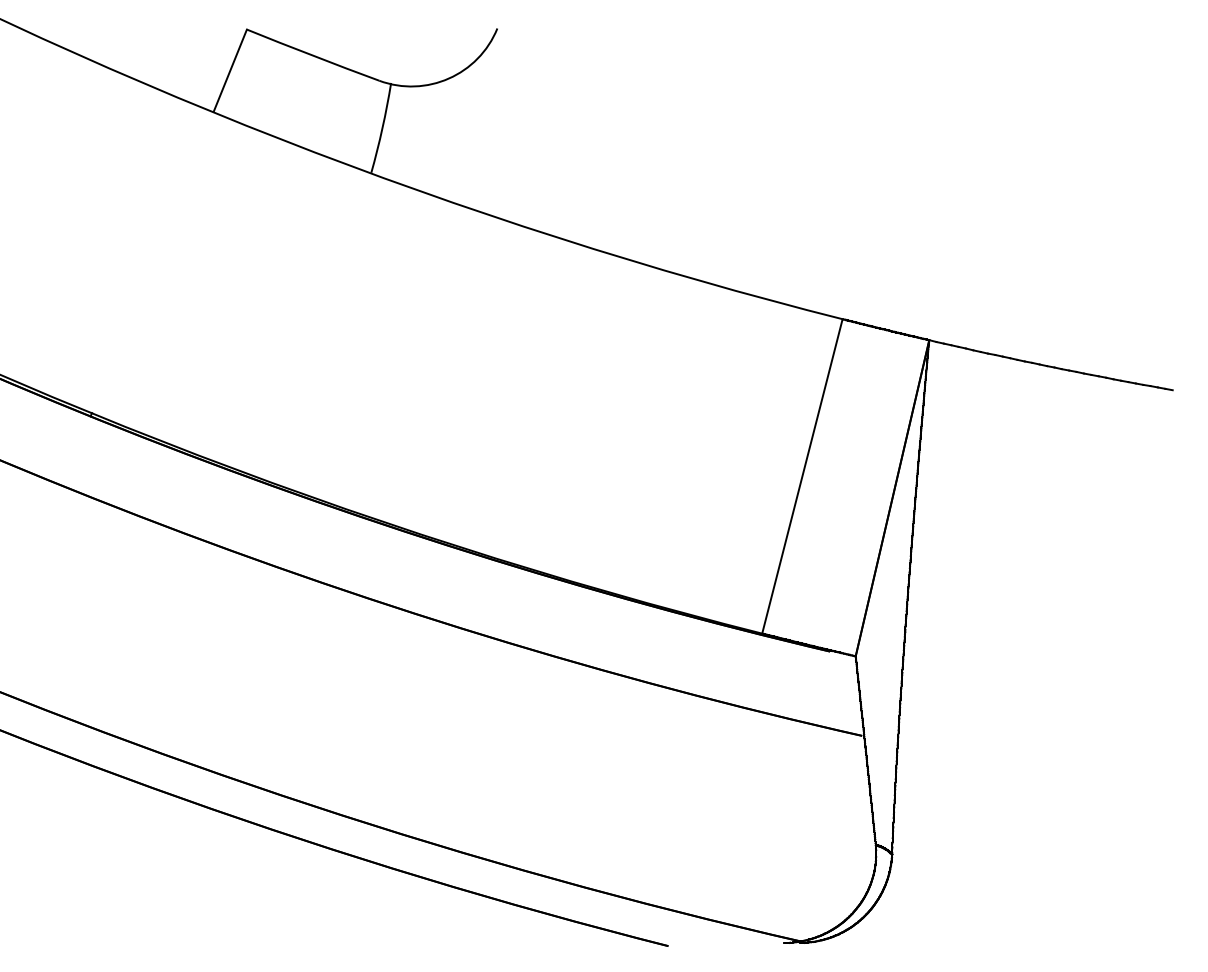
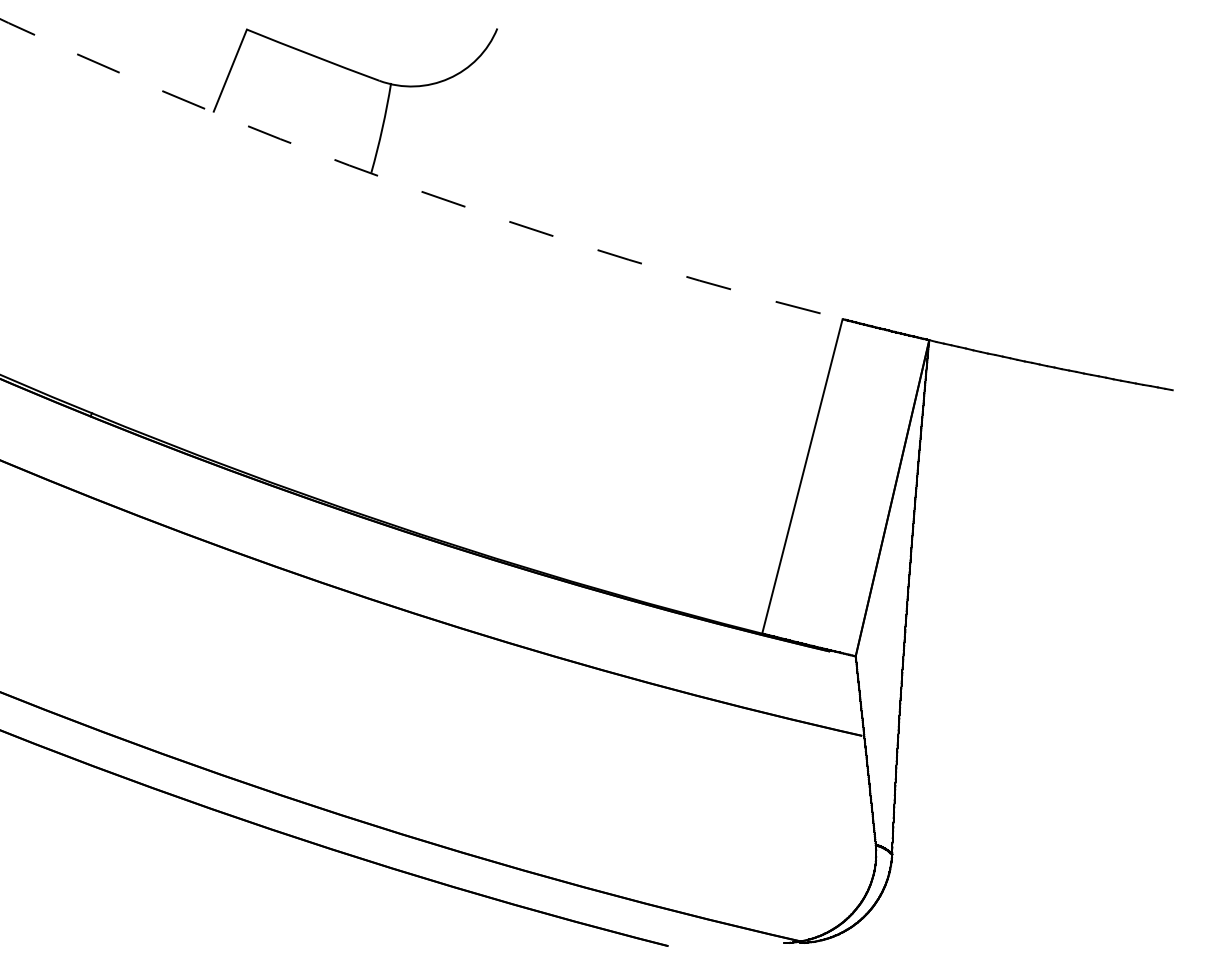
arc at (414, 189): solid -> dashed
